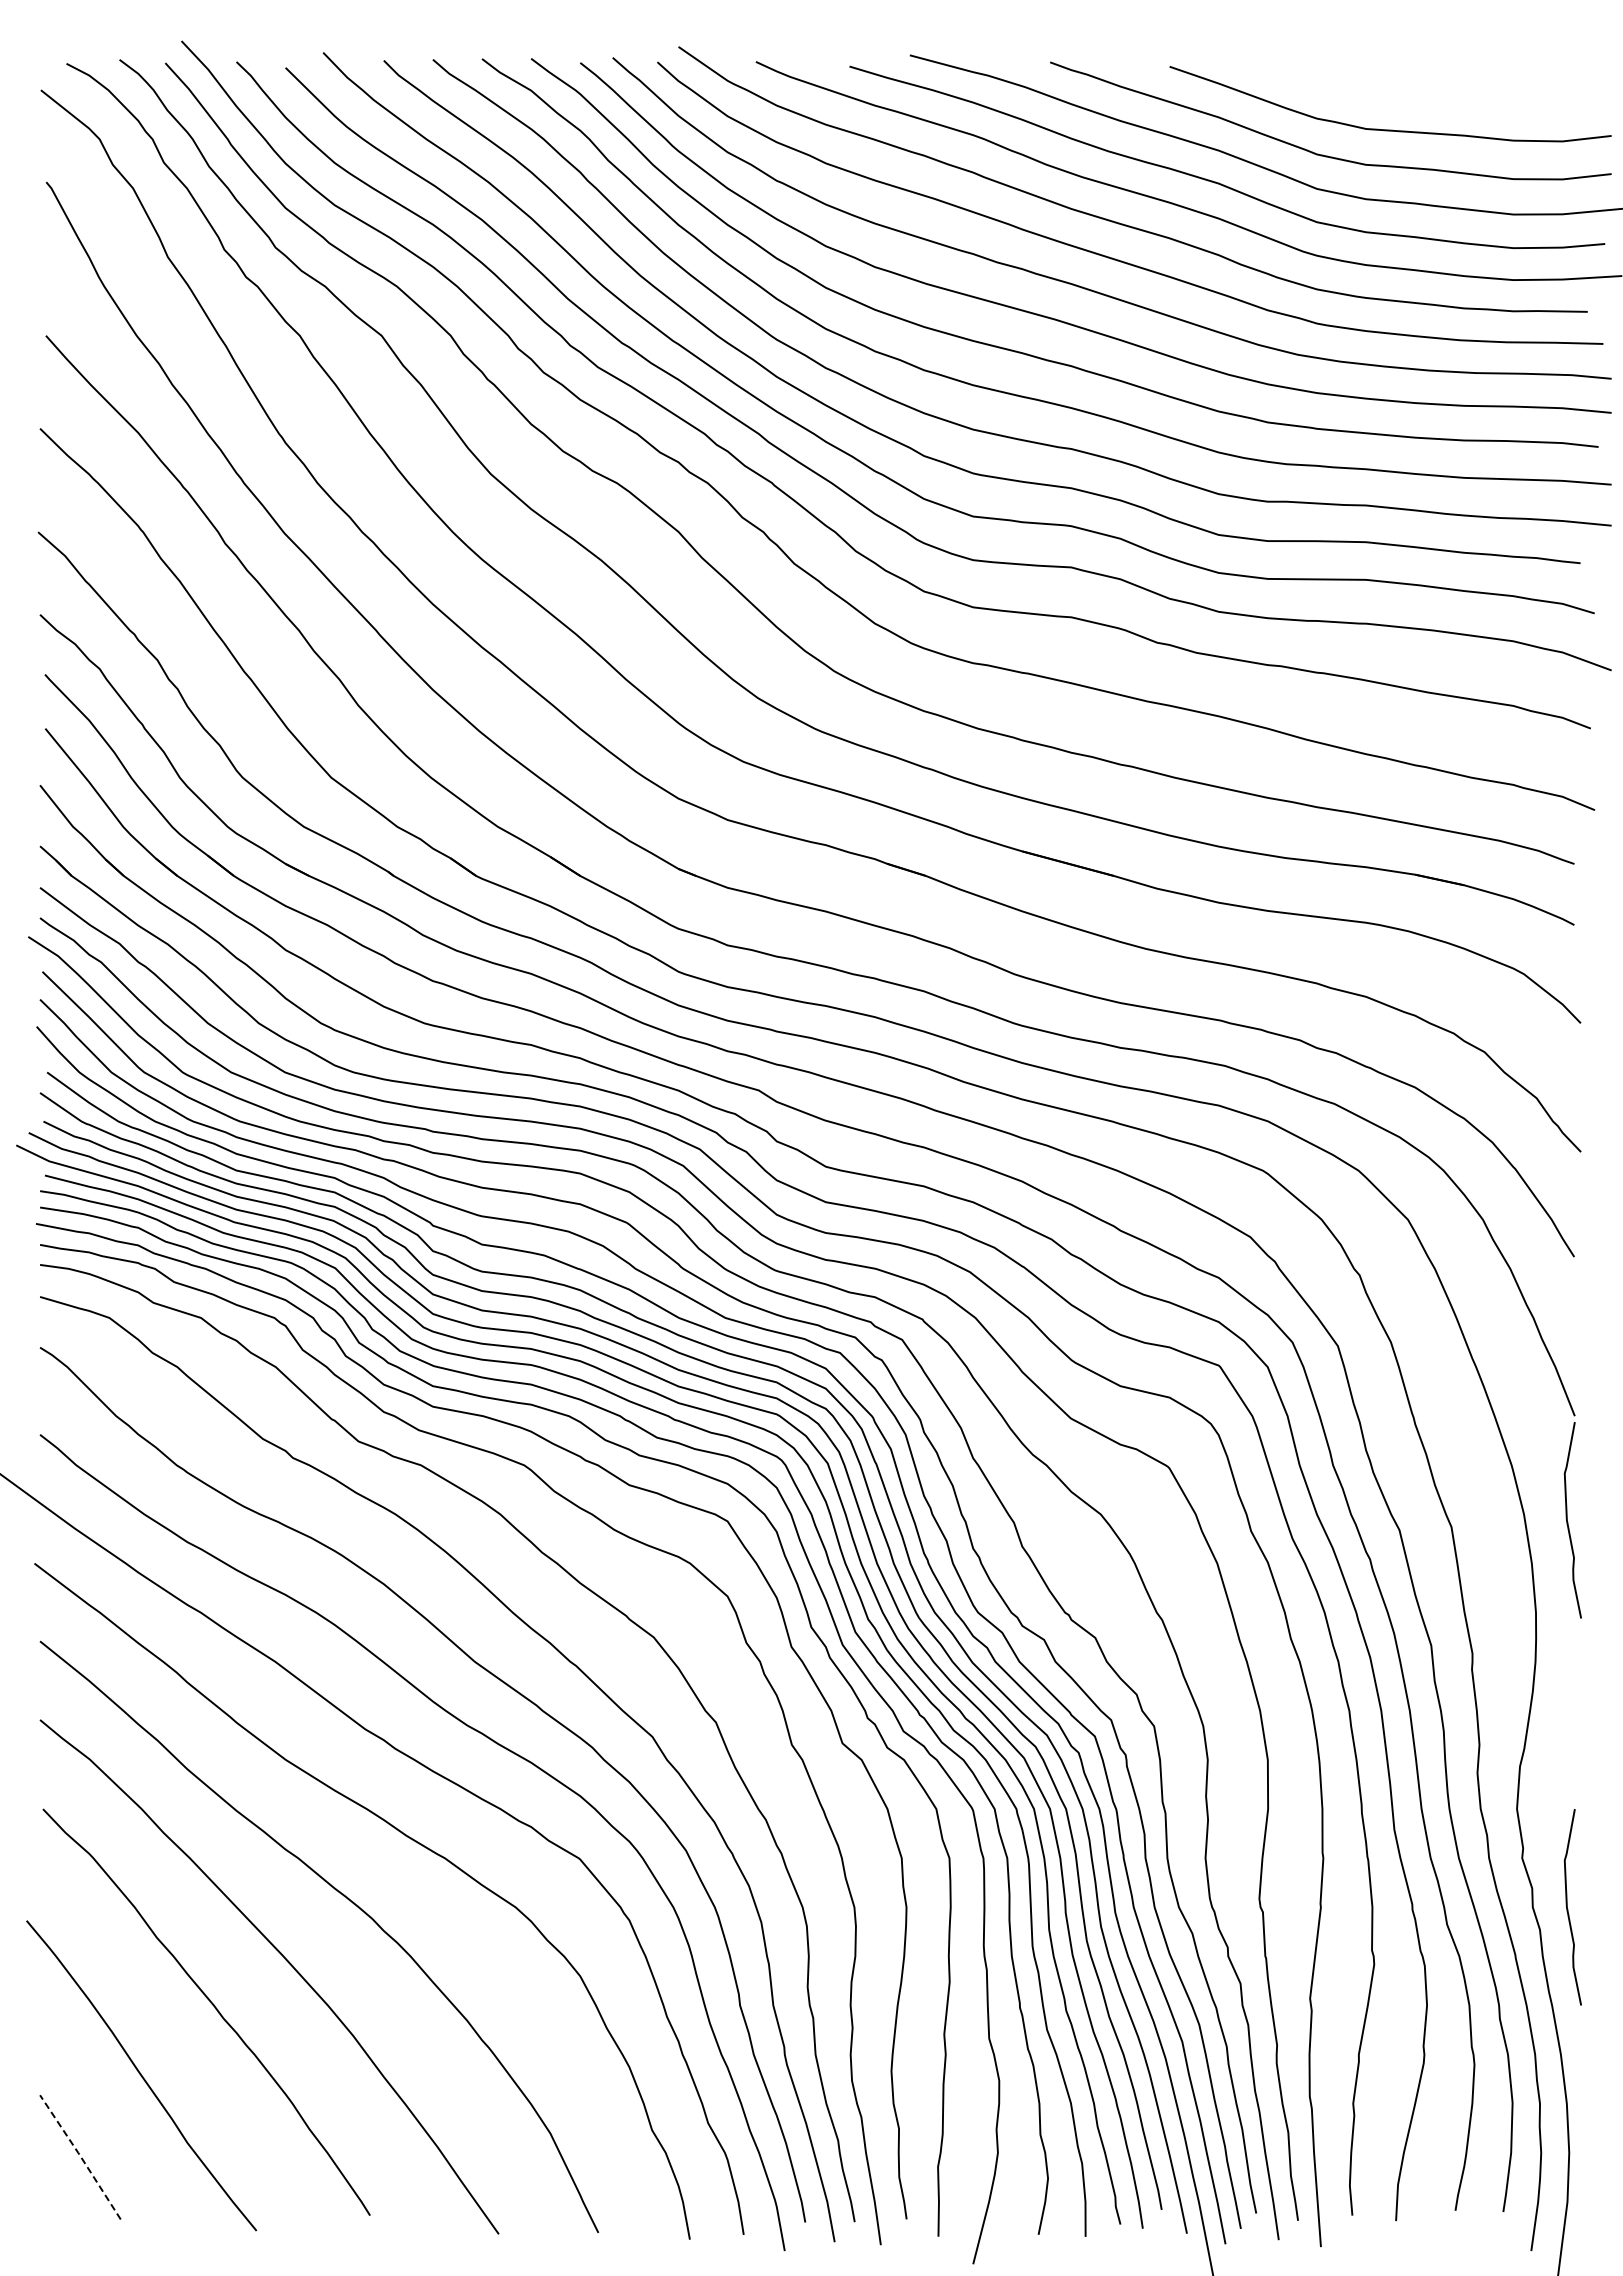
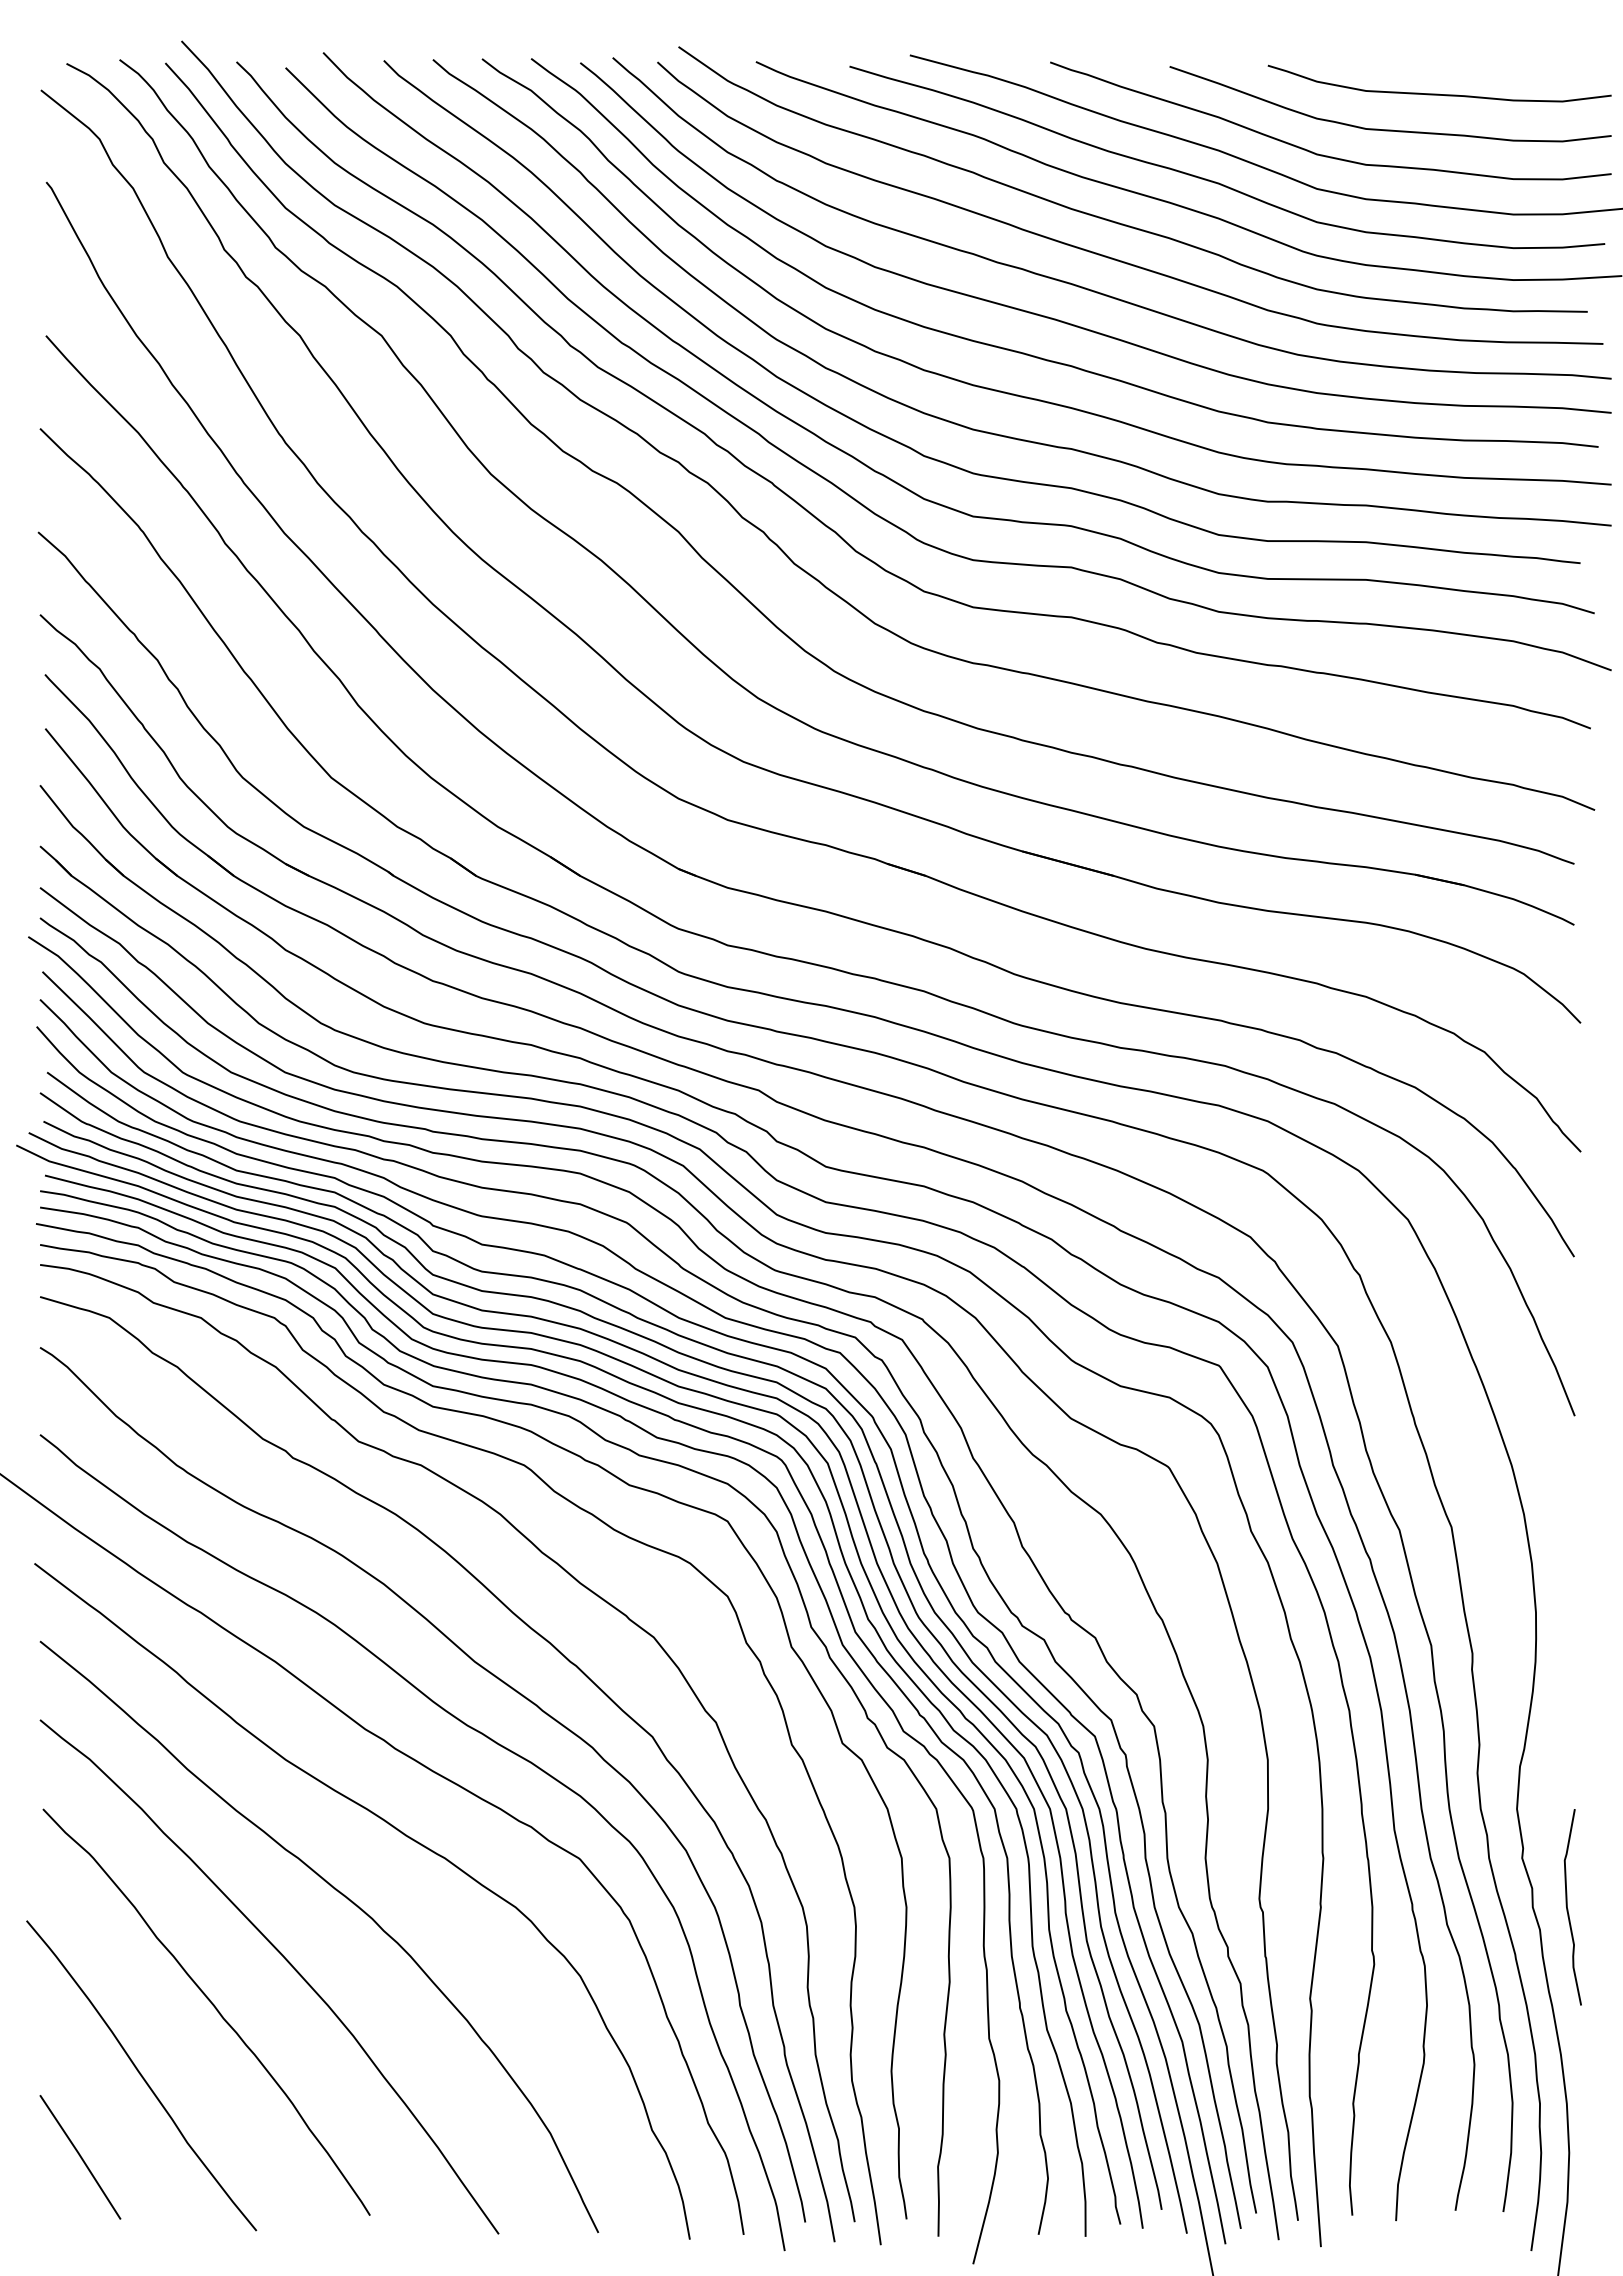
curve at (1438, 93): none -> present
curve at (1568, 1522): present -> none
line at (80, 2156): dashed -> solid
